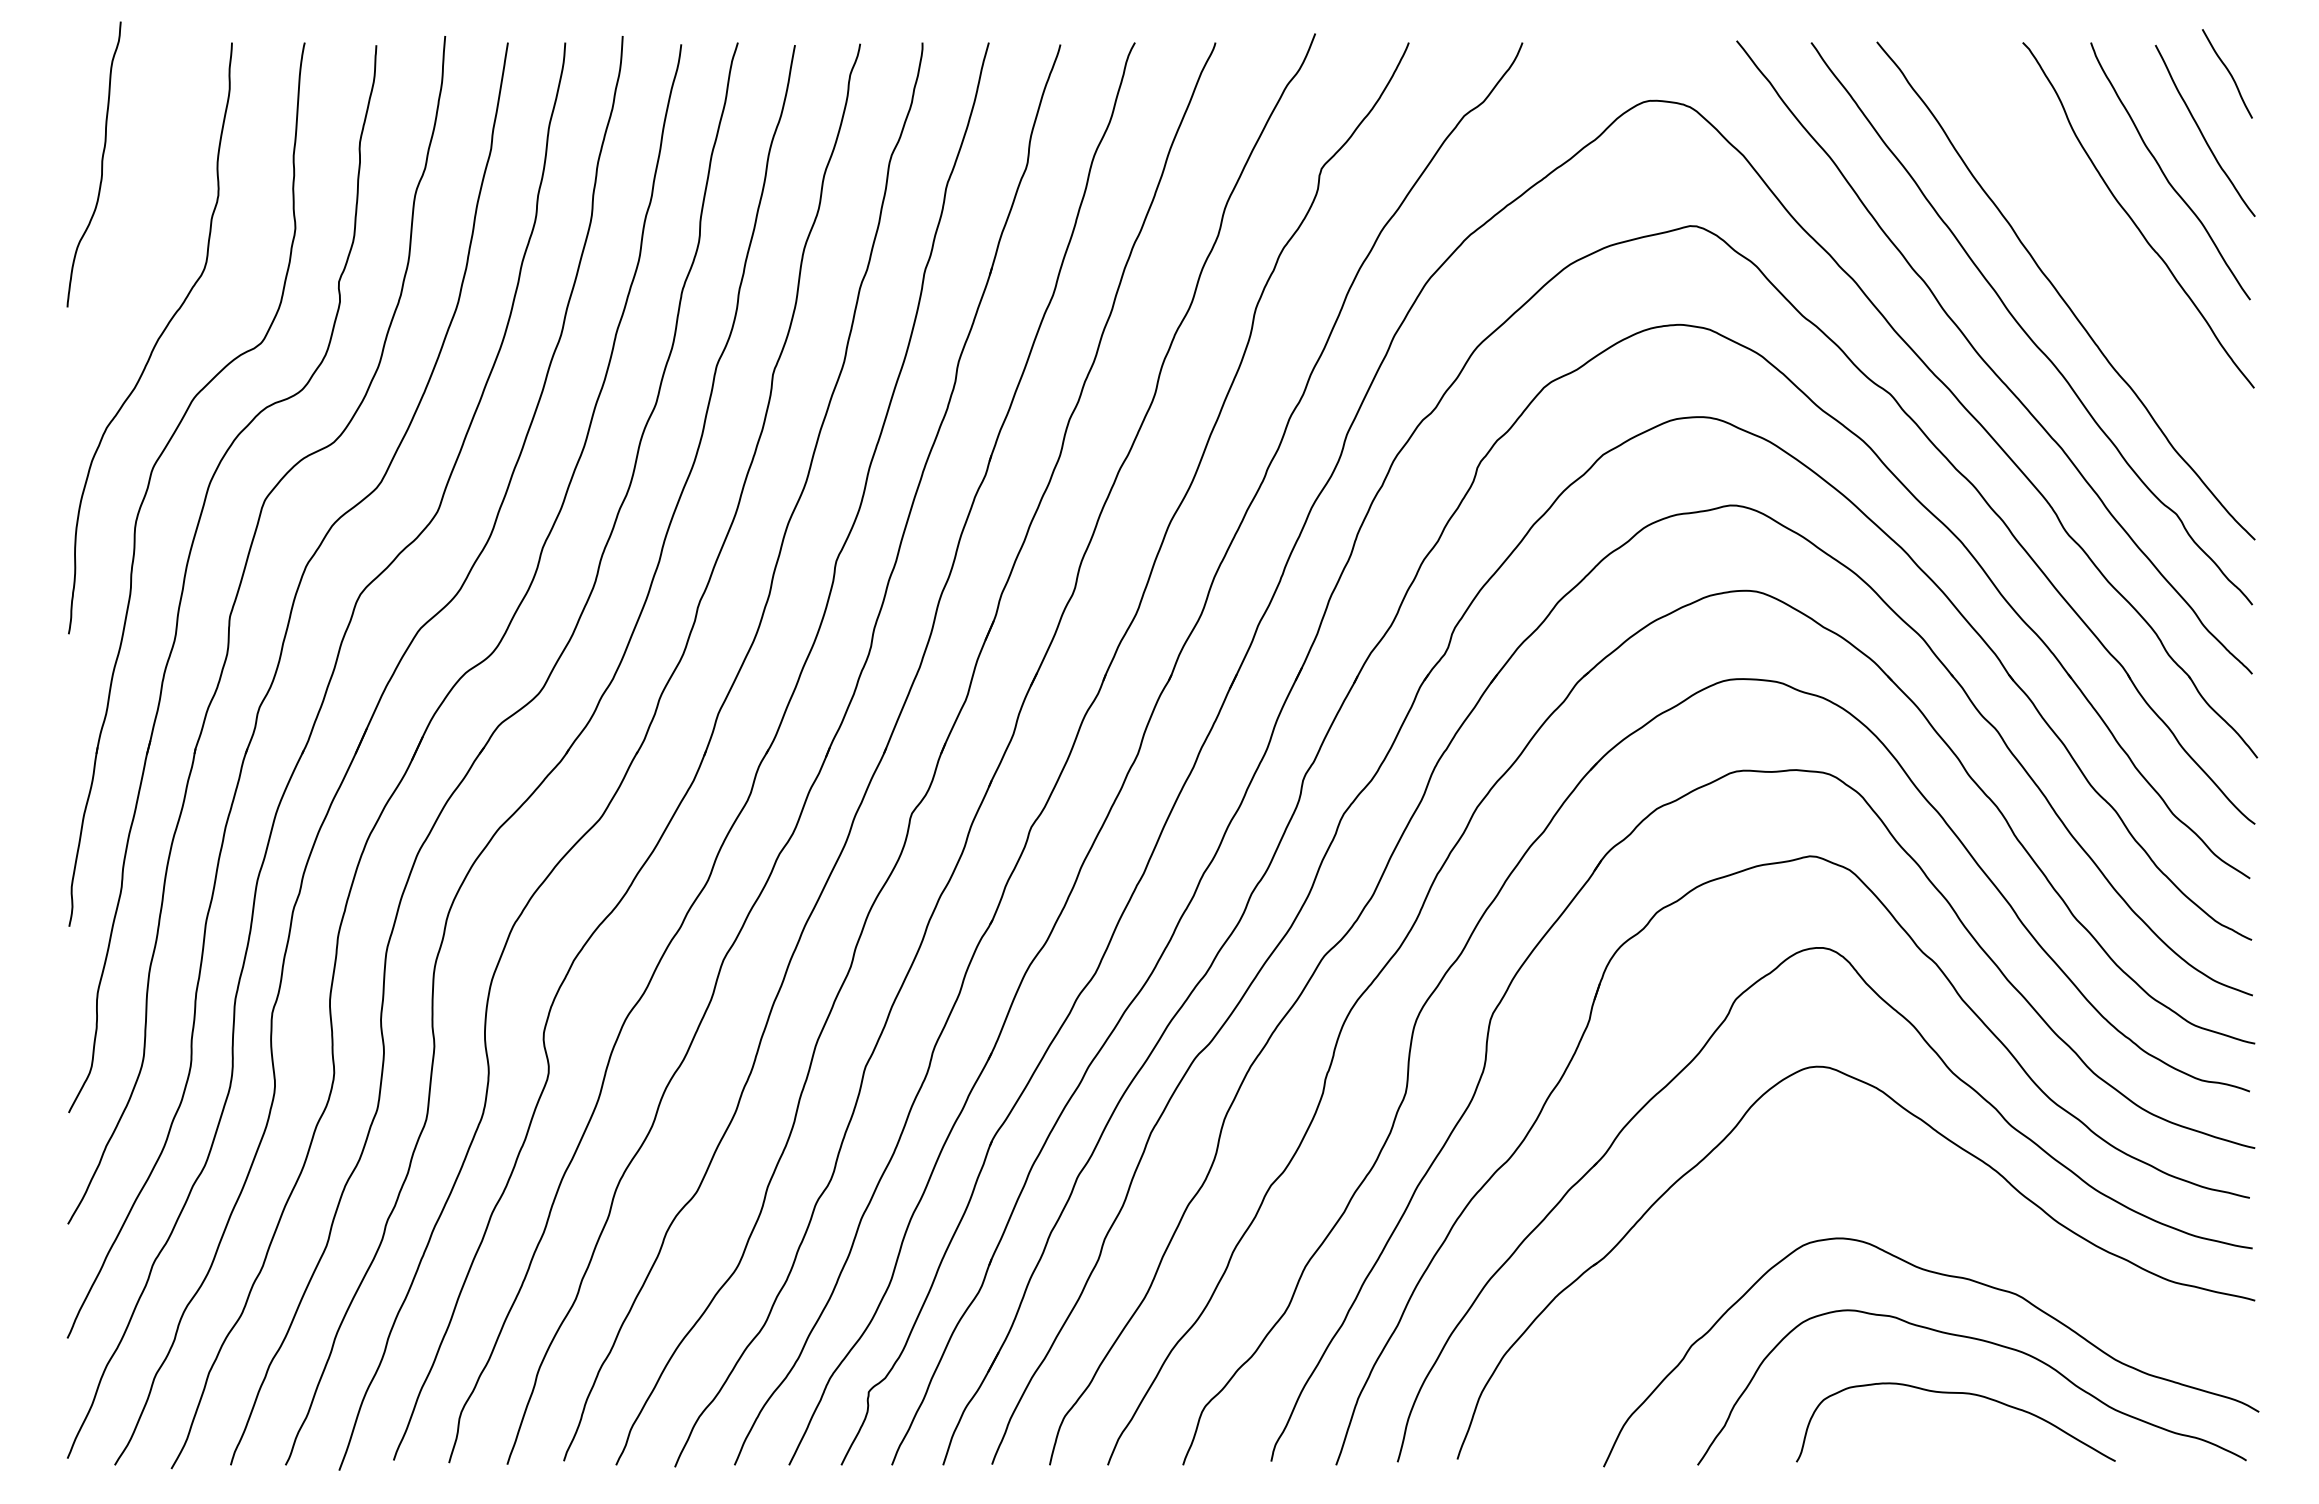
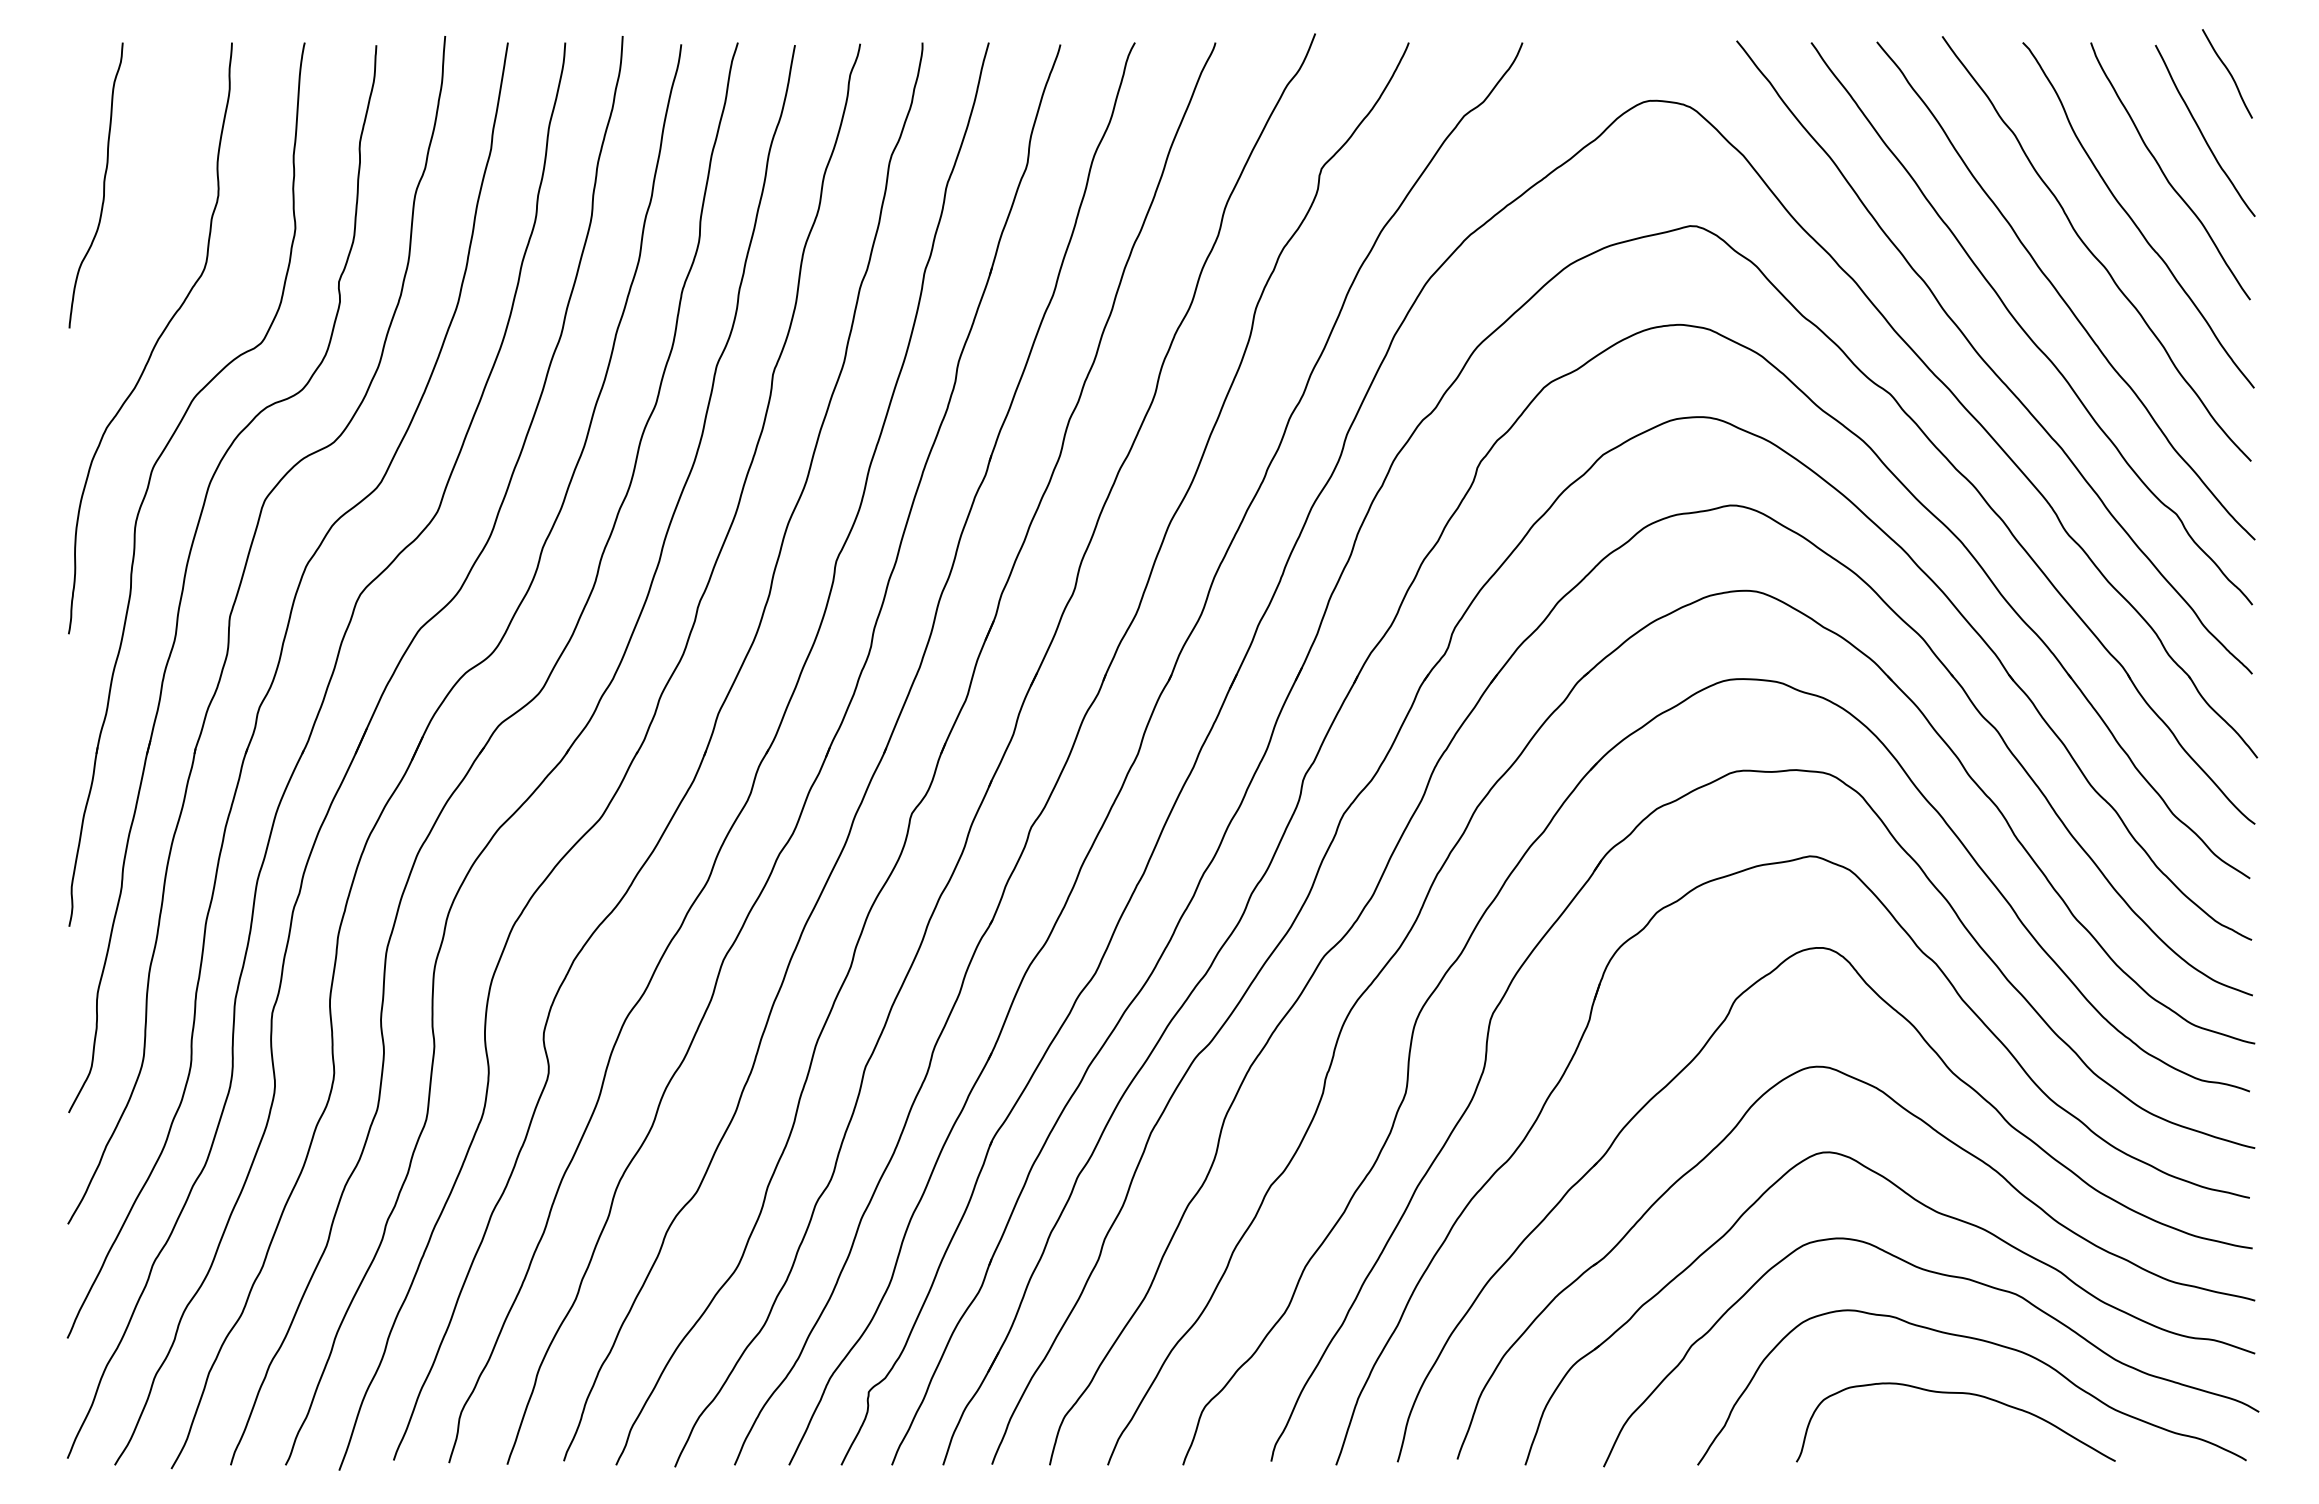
curve at (101, 164) position: (101, 164) -> (103, 185)
curve at (2092, 252): none -> present
part at (1937, 1213): none -> present
